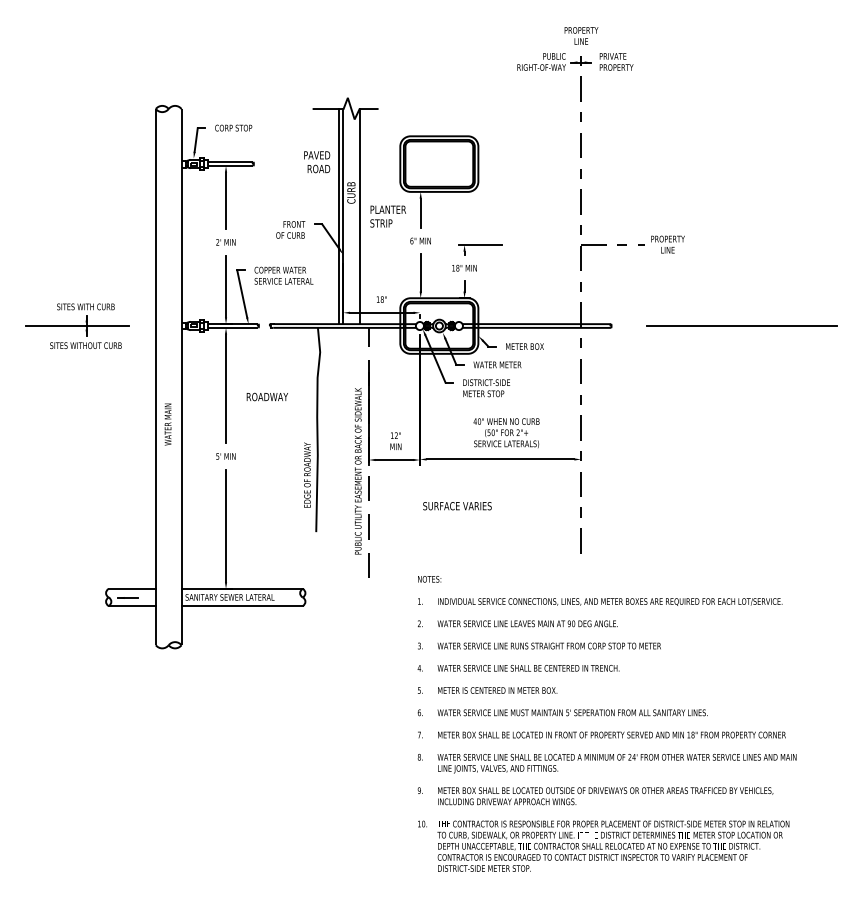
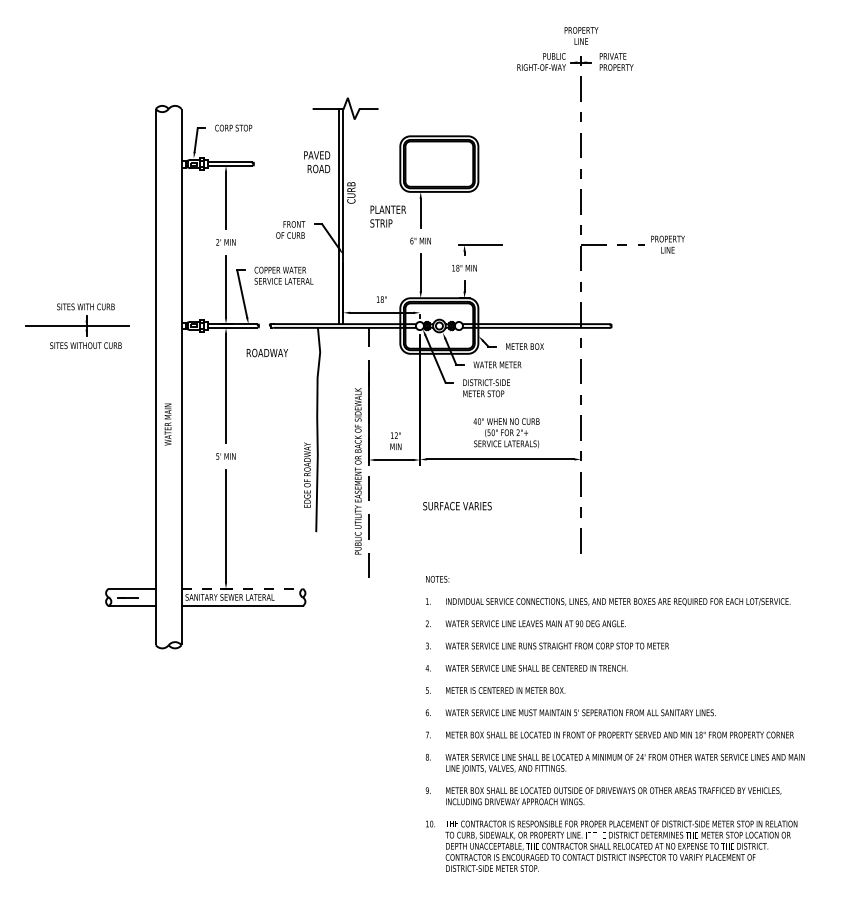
line at (360, 216): present -> none
line at (741, 326): present -> none
text at (266, 396) position: (266, 396) -> (266, 352)
line at (242, 588): solid -> dashed
text at (606, 723) position: (606, 723) -> (614, 723)
